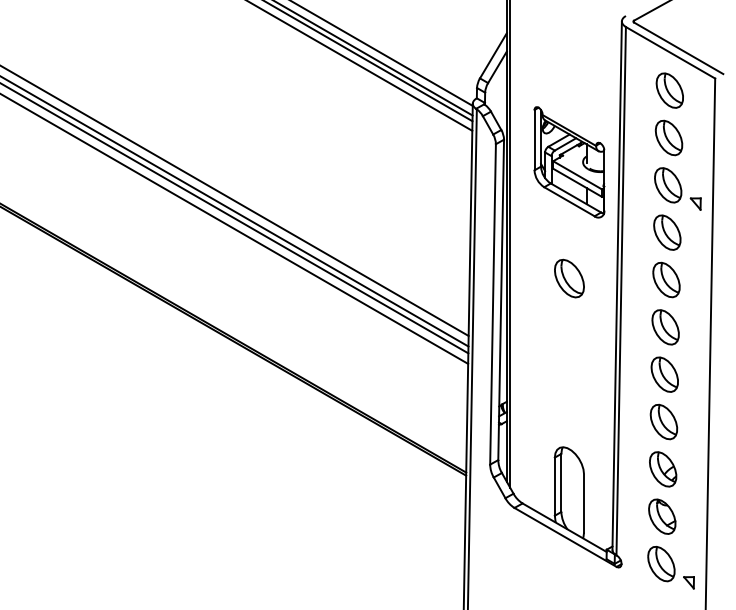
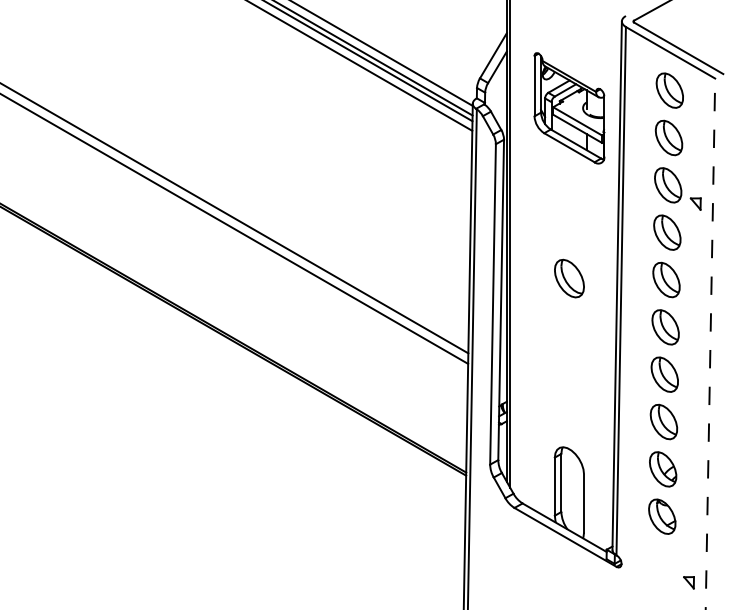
part at (569, 162) position: (569, 162) -> (569, 108)
line at (235, 200): present -> none
line at (235, 211): present -> none
line at (710, 343): solid -> dashed
part at (661, 563): present -> none
